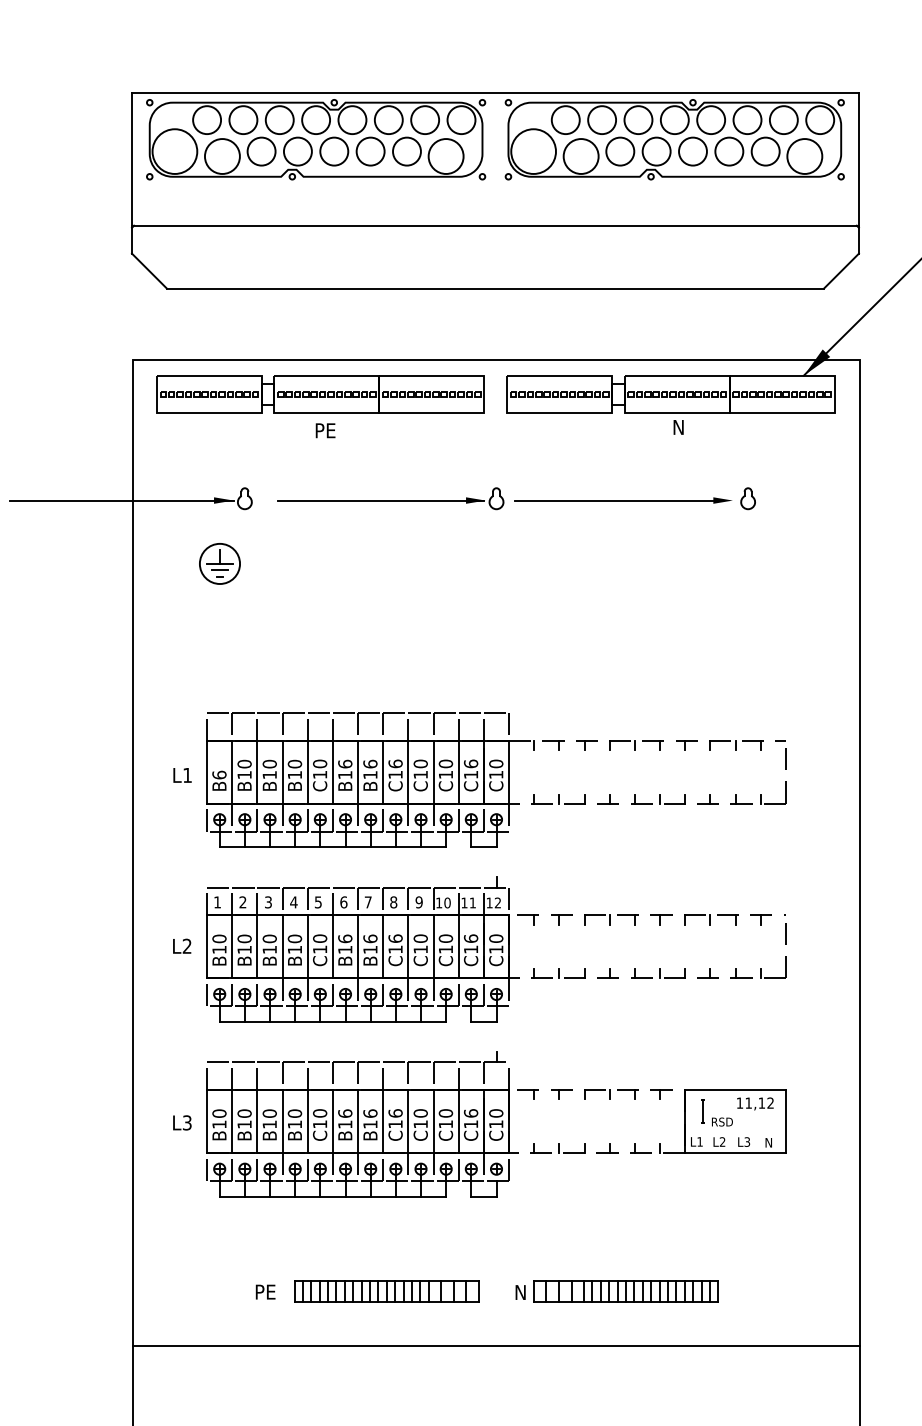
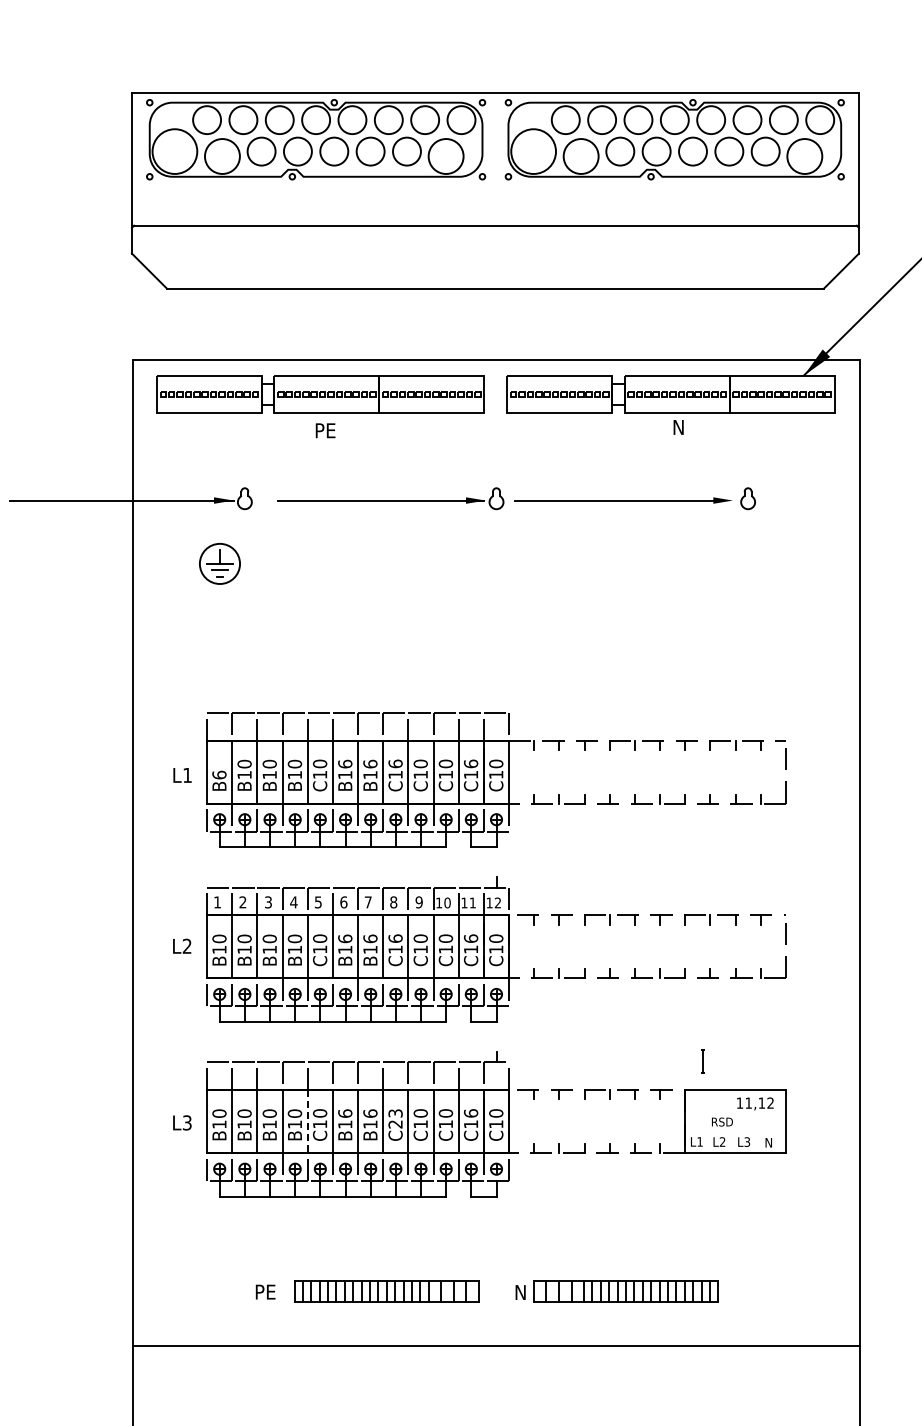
part at (702, 1111) position: (702, 1111) -> (702, 1061)
text at (395, 1118): C16 -> C23
line at (307, 1122): solid -> dashed
